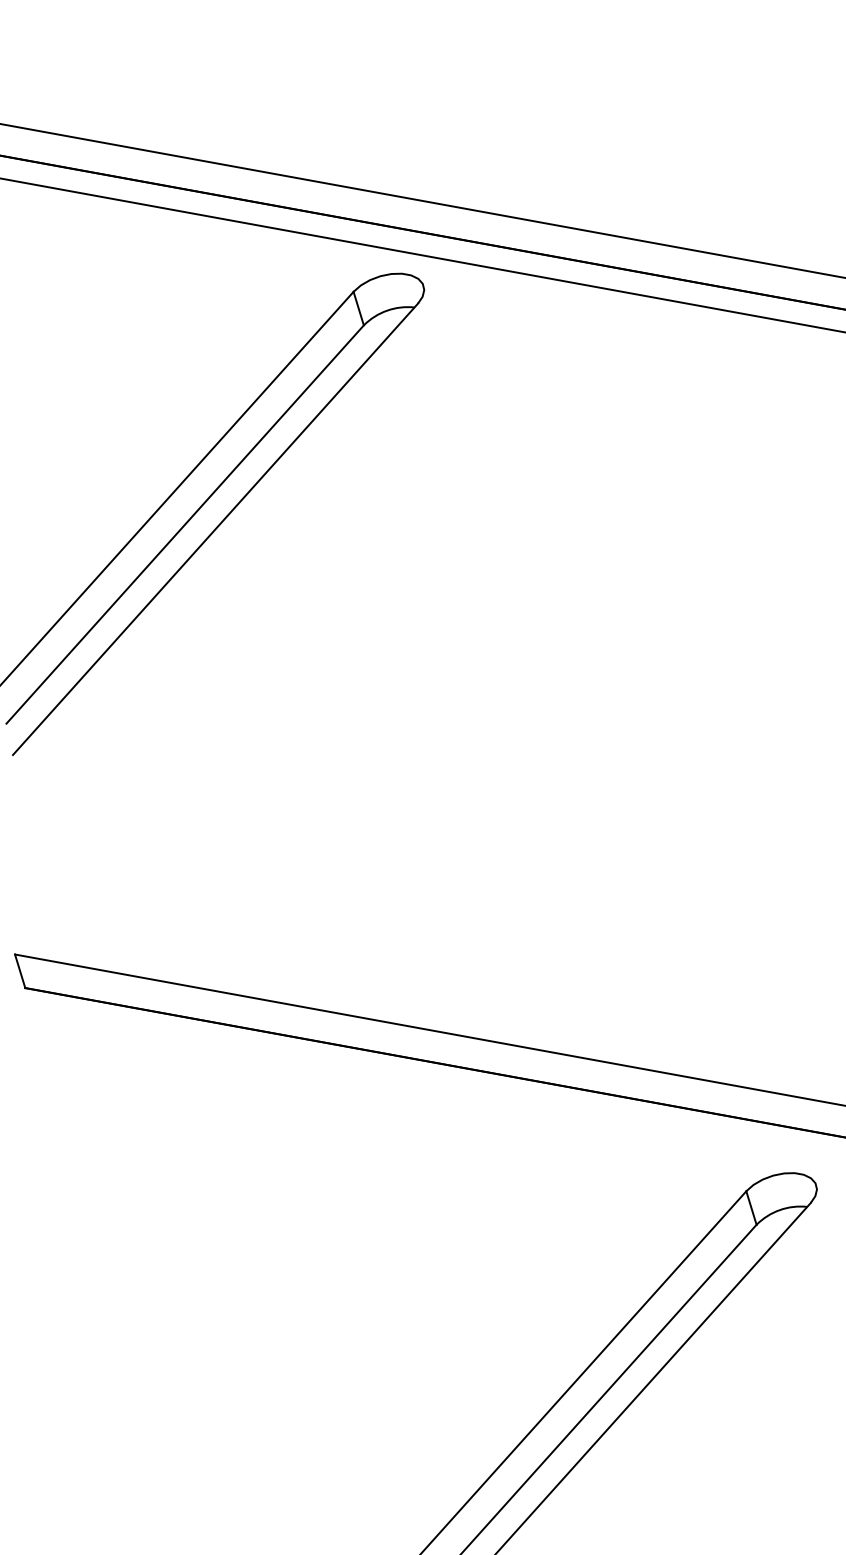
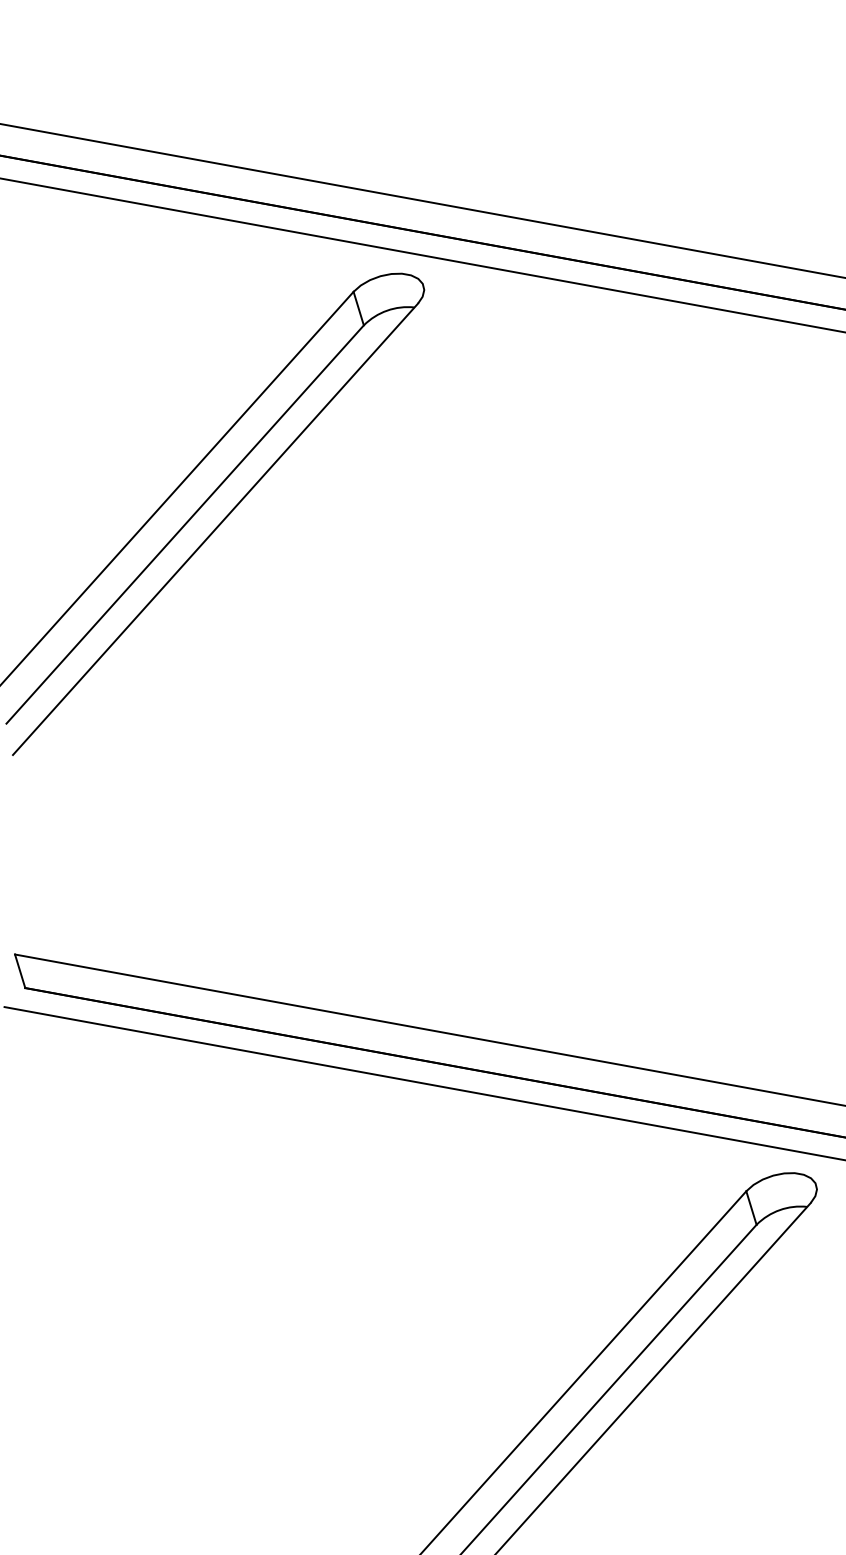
line at (423, 1083): none -> present
